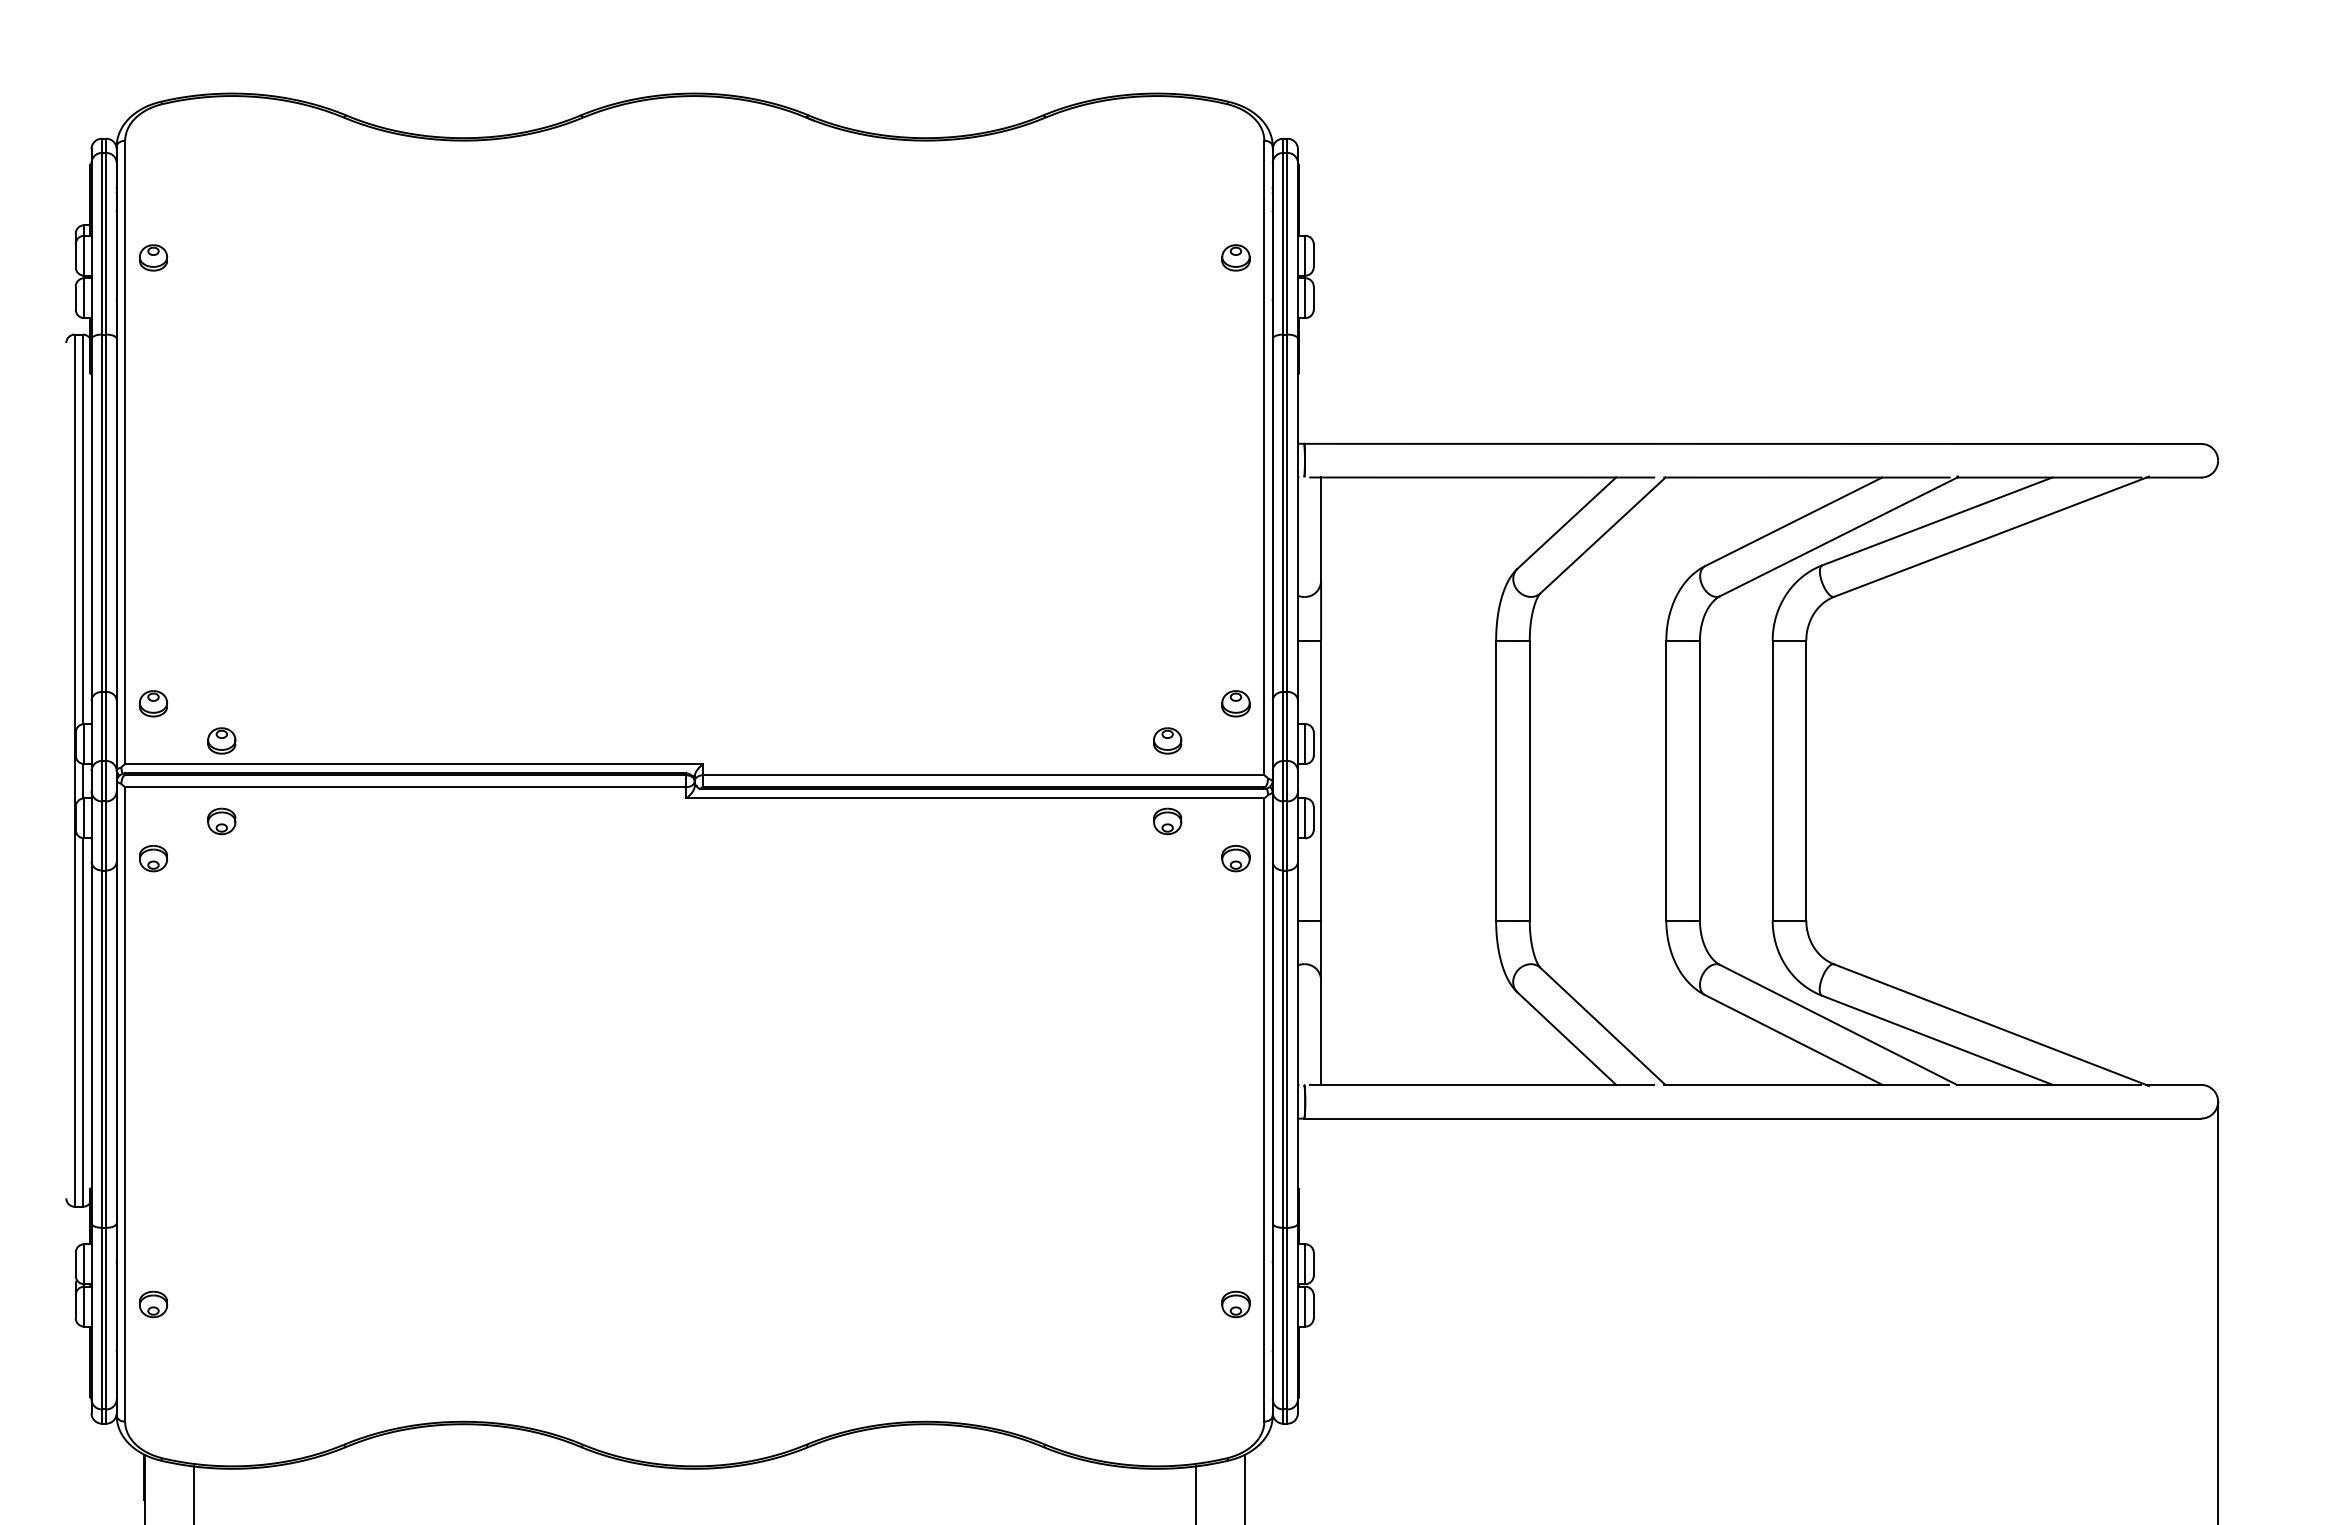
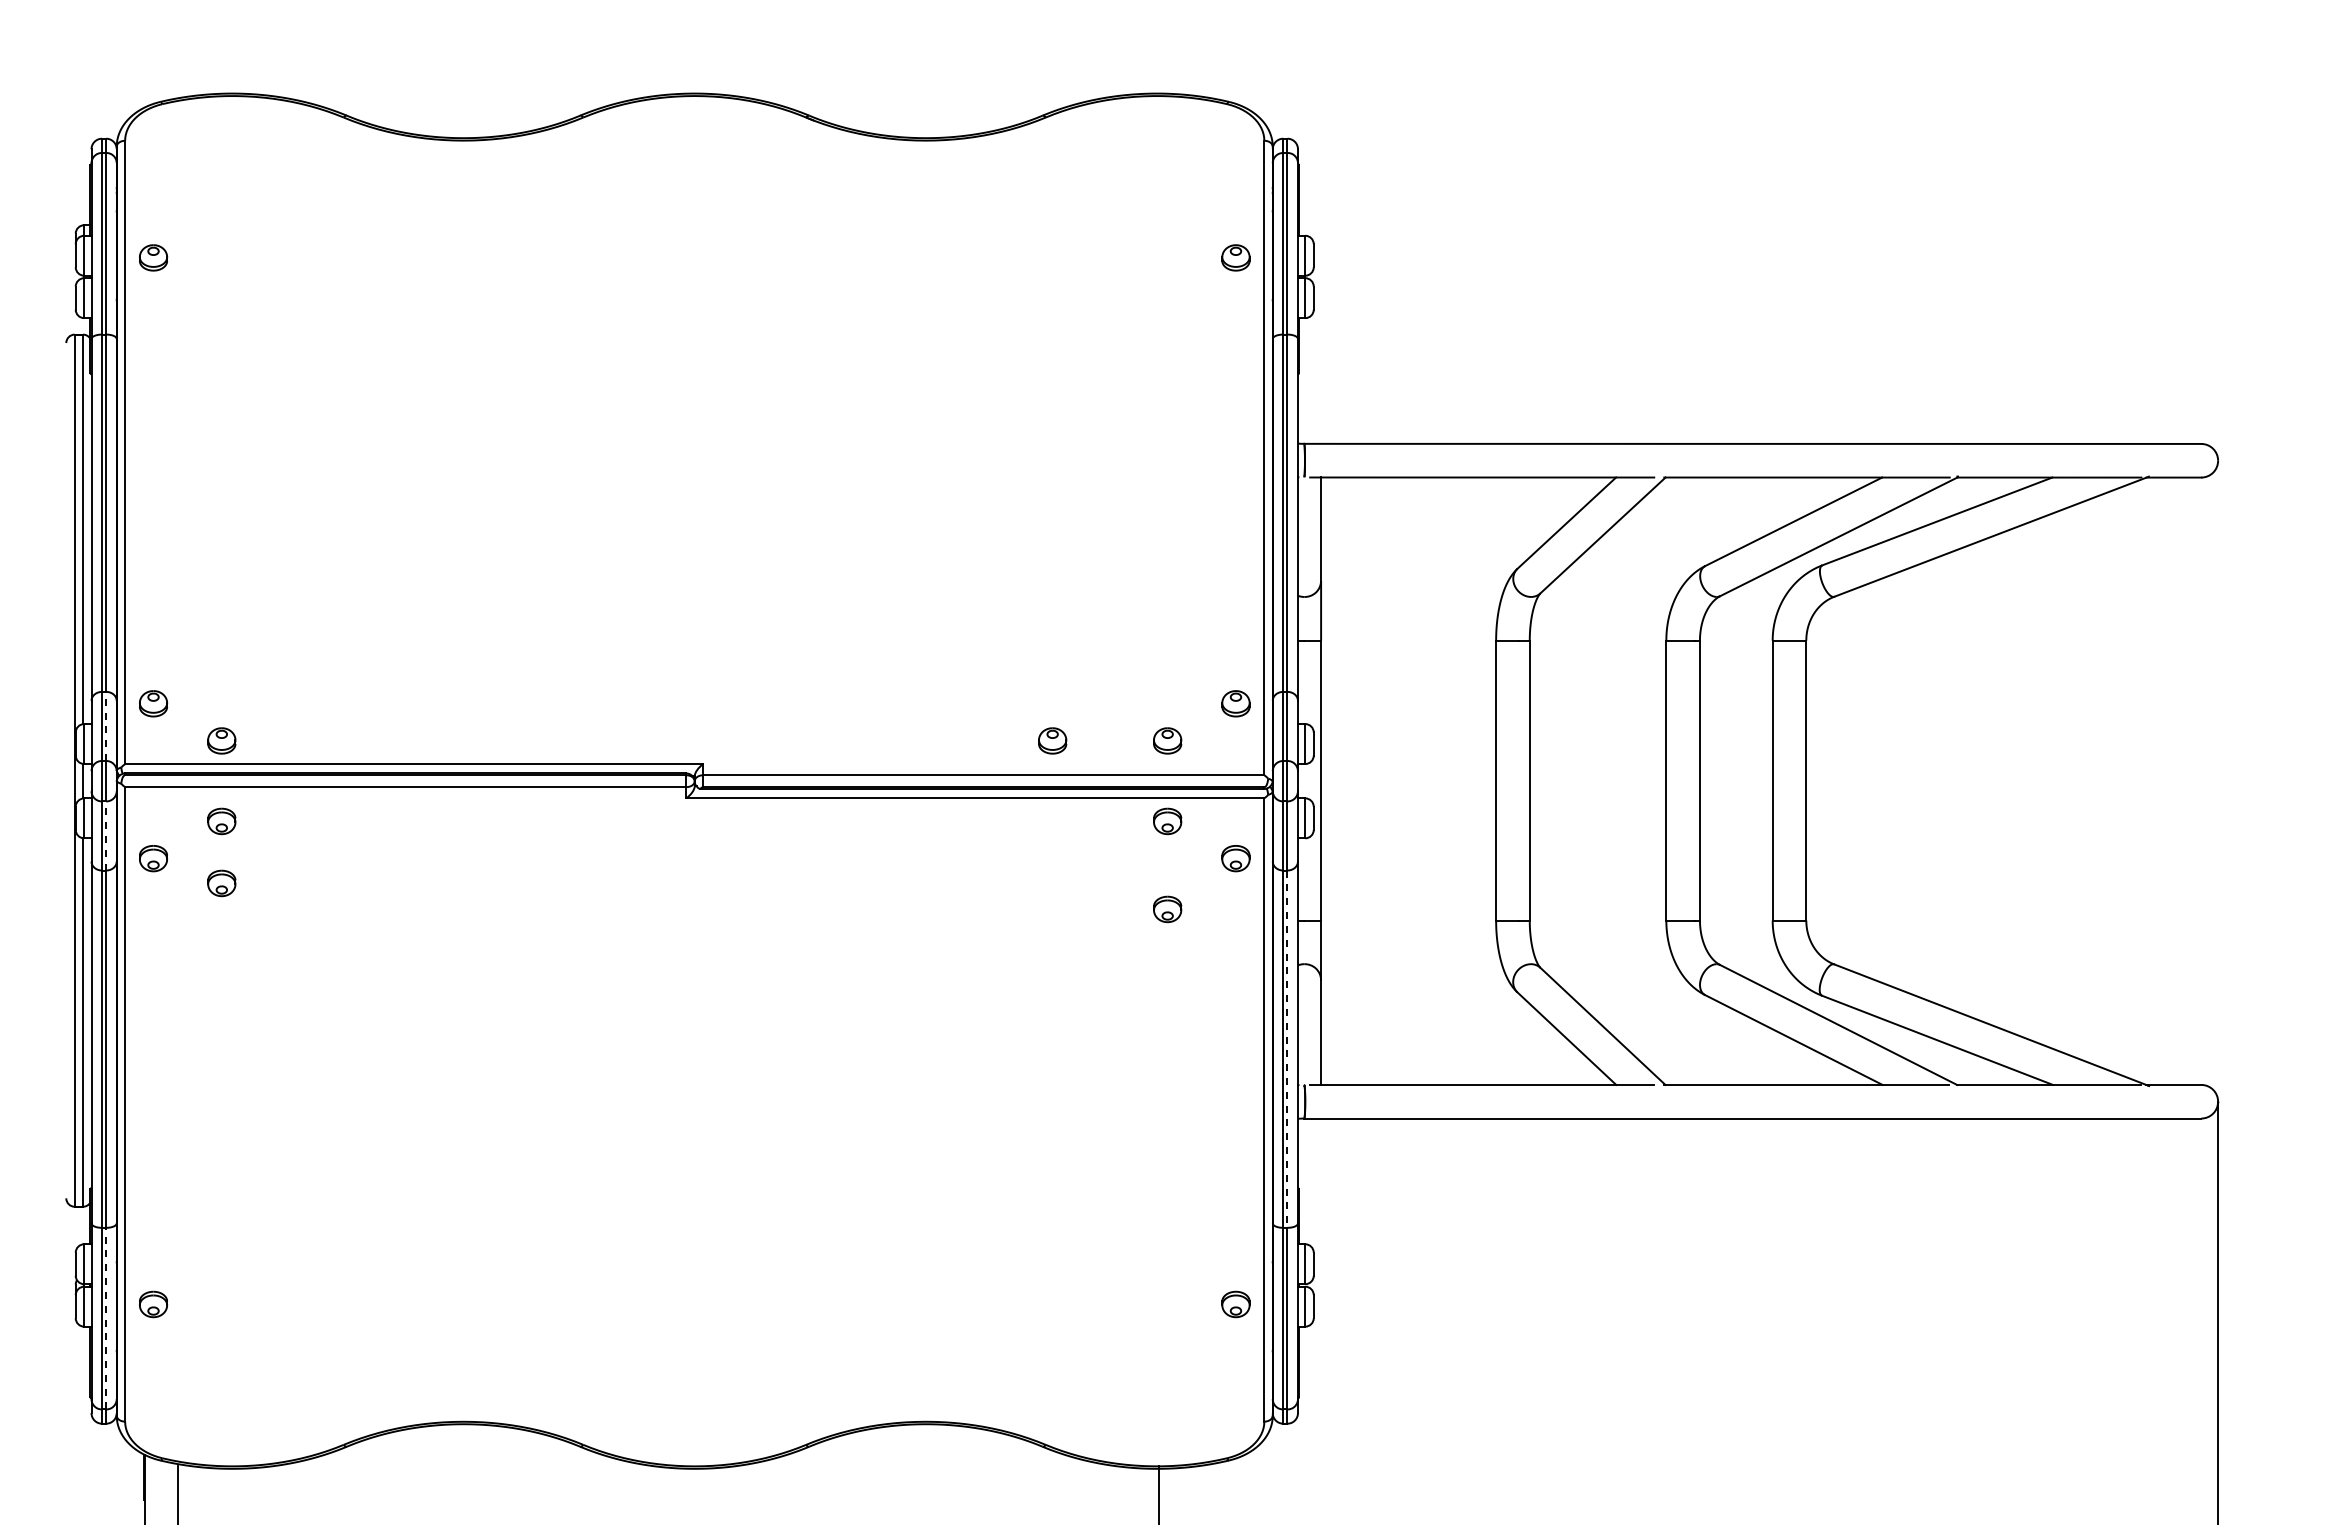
line at (106, 726): solid -> dashed
part at (1052, 740): none -> present
line at (106, 835): solid -> dashed
part at (221, 883): none -> present
part at (1167, 909): none -> present
line at (1287, 1049): solid -> dashed
line at (106, 1318): solid -> dashed
line at (1244, 1487): present -> none
line at (193, 1493) position: (193, 1493) -> (177, 1493)
line at (1195, 1493) position: (1195, 1493) -> (1158, 1493)
